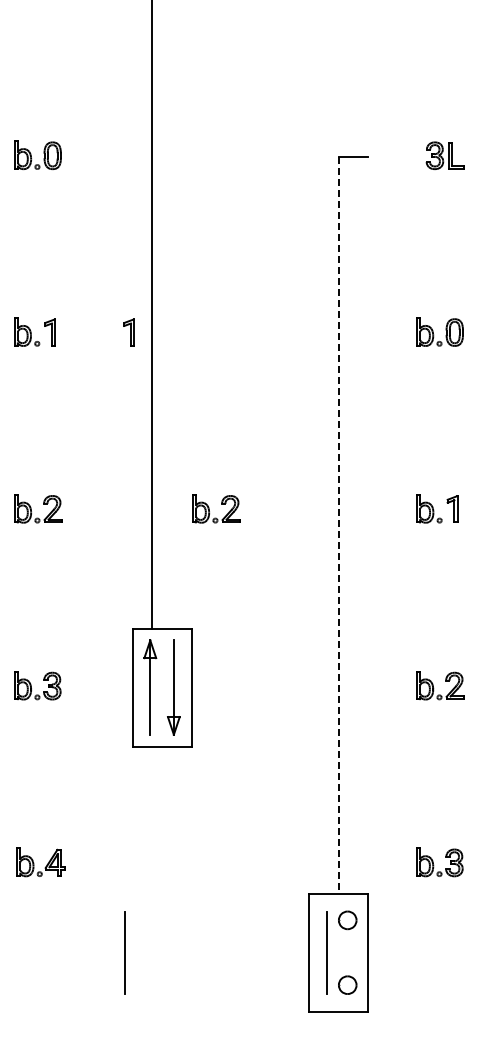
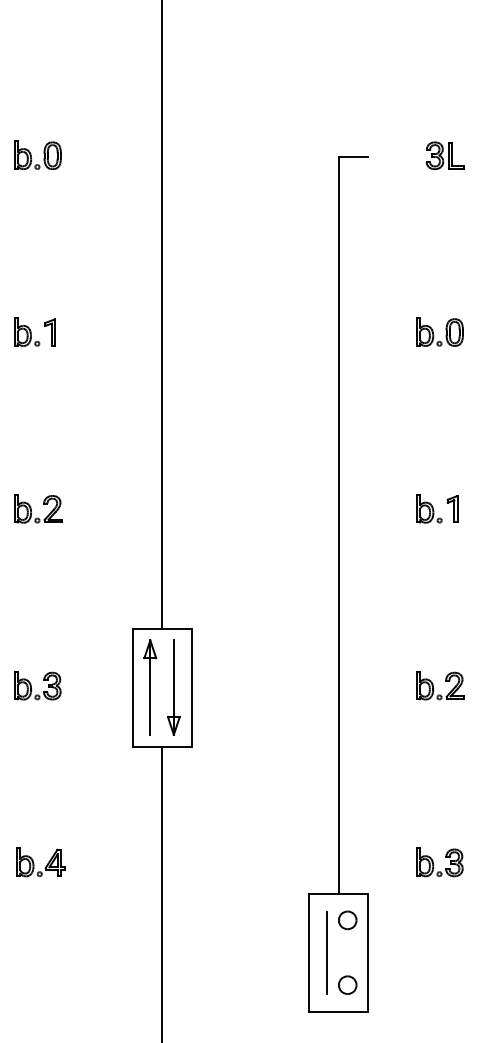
line at (152, 315) position: (152, 315) -> (162, 315)
part at (128, 332): present -> none
part at (221, 504): present -> none
line at (338, 526): dashed -> solid
line at (162, 892): none -> present
line at (124, 952): present -> none
